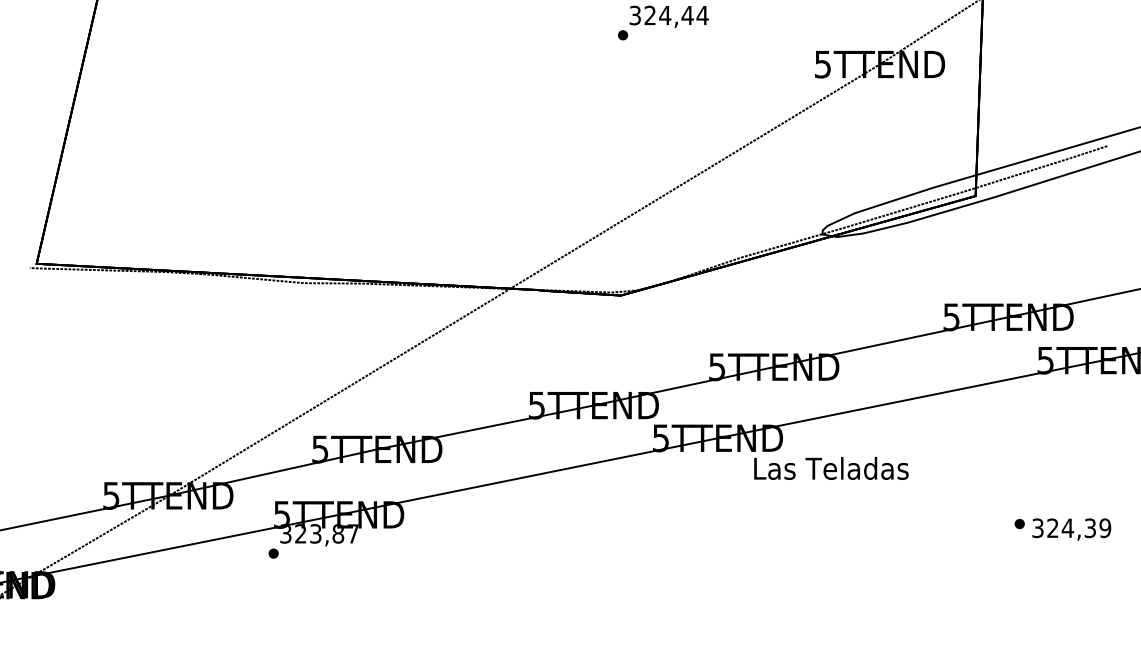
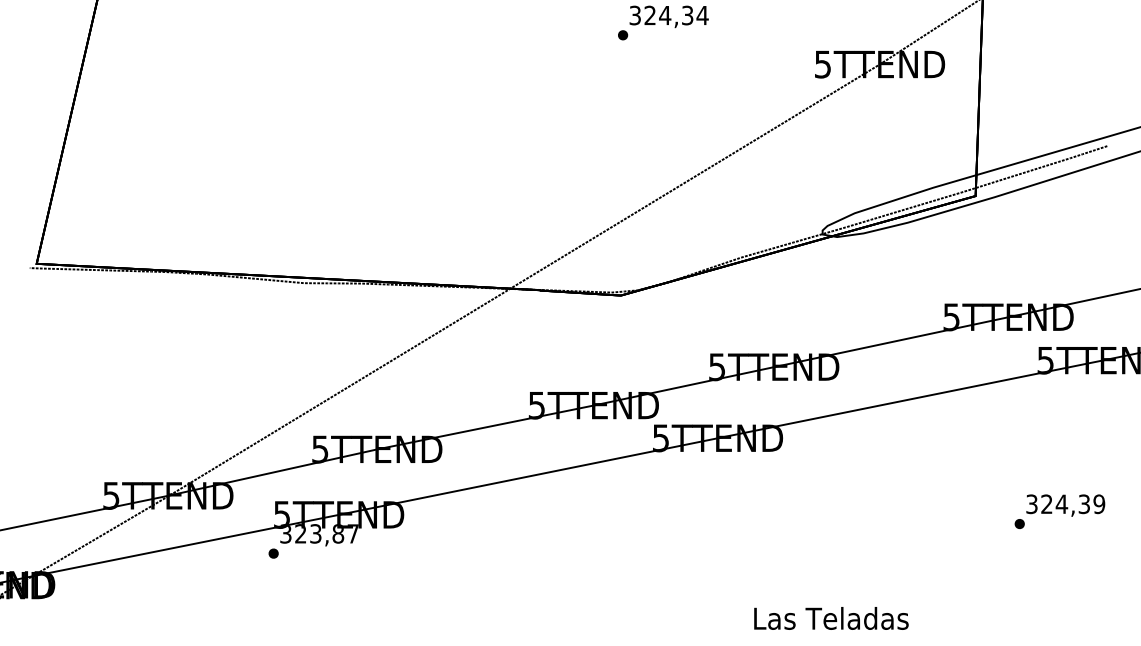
text at (687, 15): 324,44 -> 324,34
text at (831, 468) position: (831, 468) -> (831, 618)
text at (1071, 529) position: (1071, 529) -> (1065, 505)
